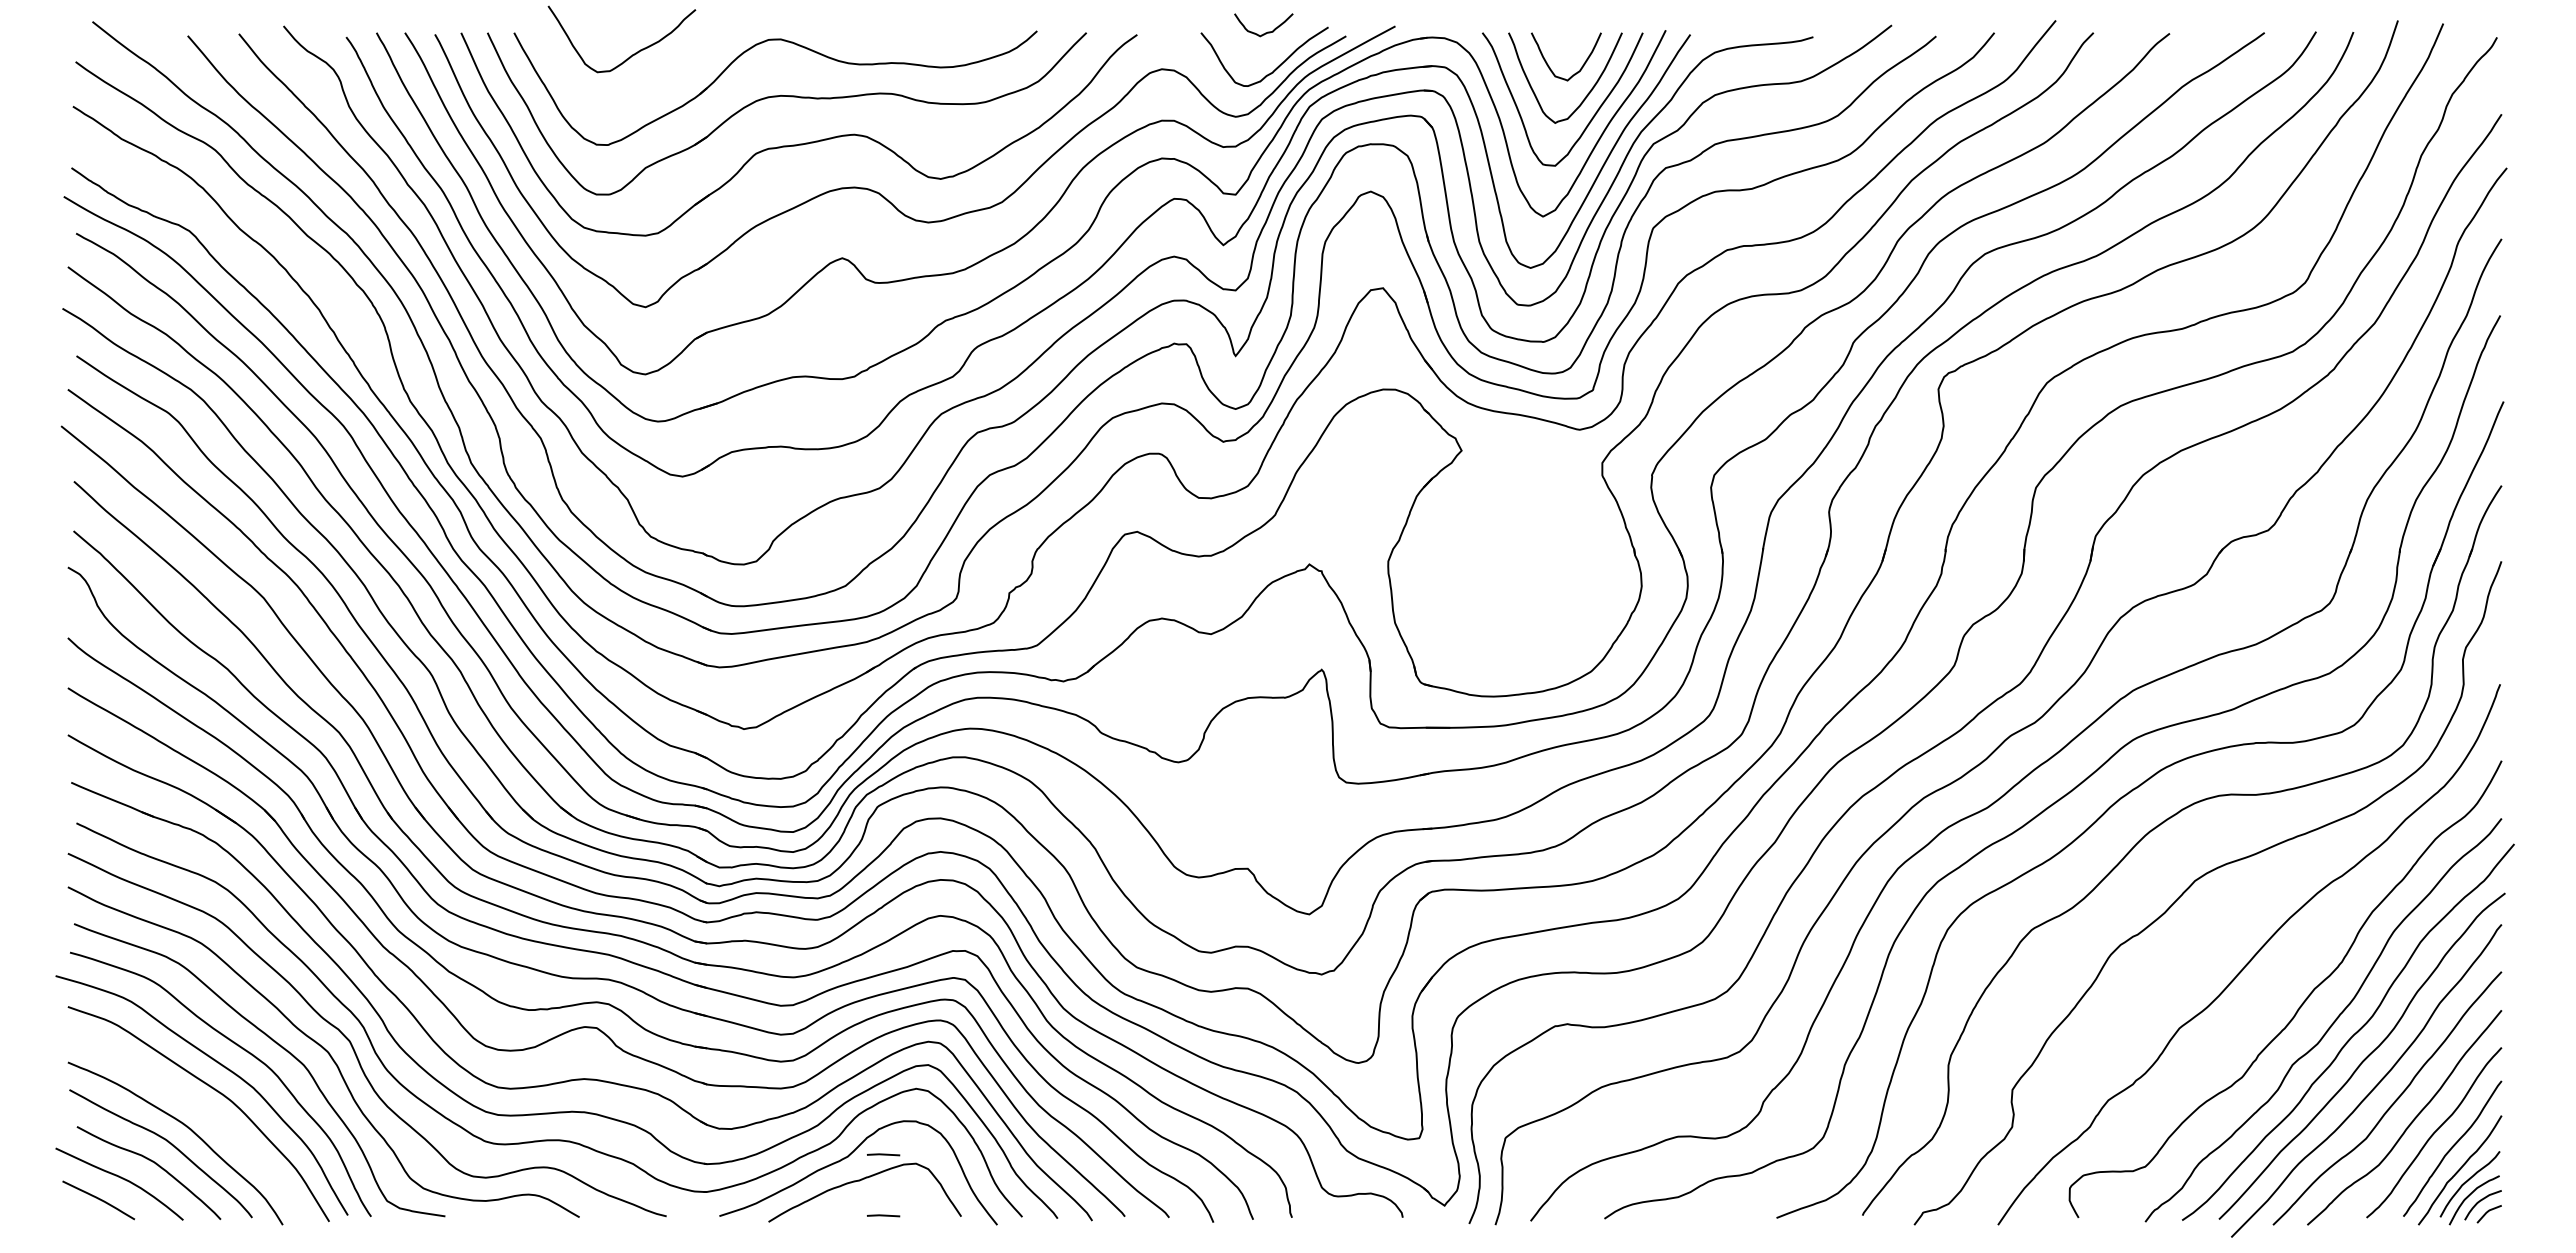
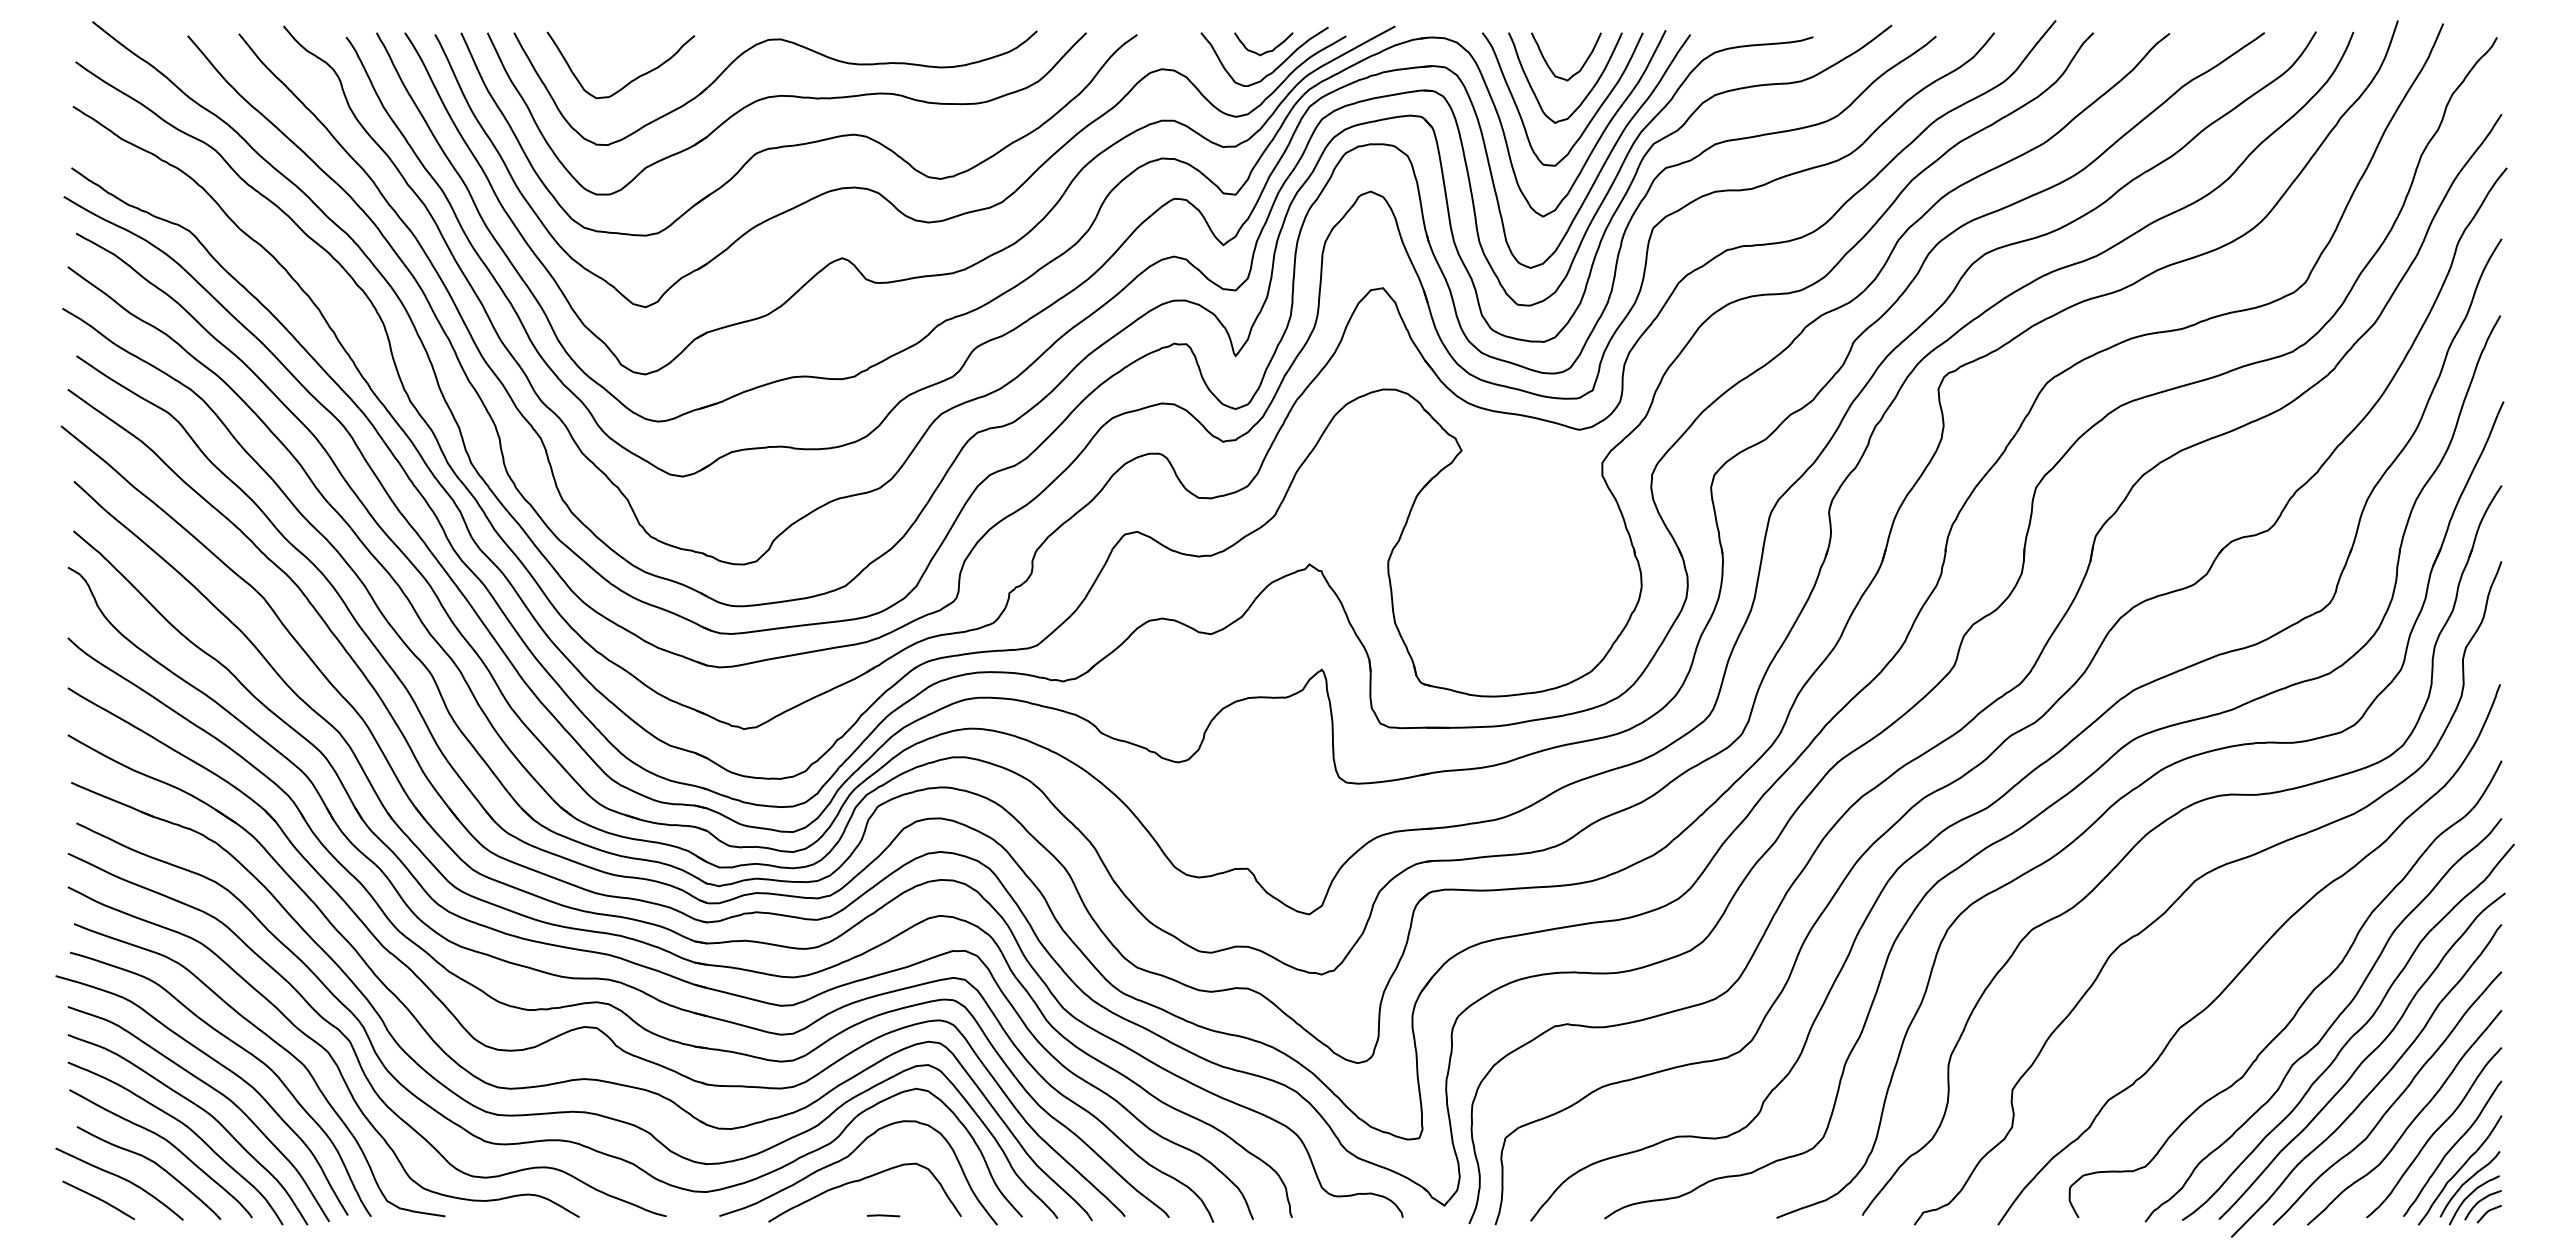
curve at (1267, 31) position: (1267, 31) -> (1267, 50)
curve at (630, 55) position: (630, 55) -> (629, 81)
curve at (199, 1108): none -> present
line at (883, 1154): present -> none
